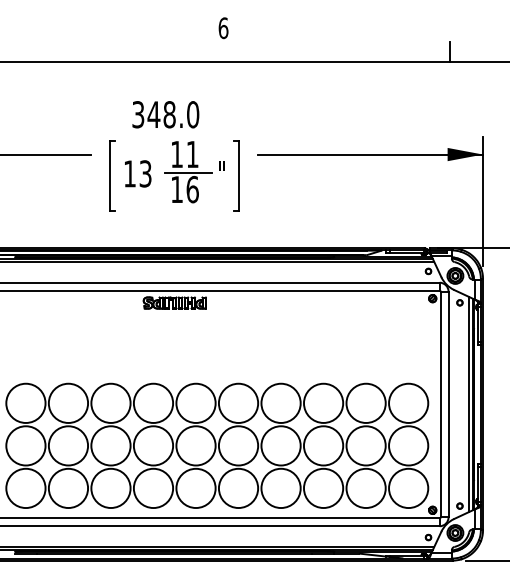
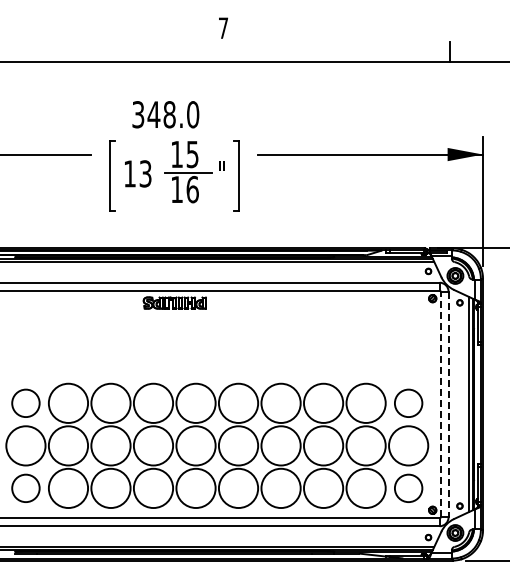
text at (223, 28): 6 -> 7
text at (192, 154): 11 -> 15
circle at (25, 402) diameter: 39 px -> 27 px
circle at (408, 402) diameter: 39 px -> 27 px
line at (440, 404): solid -> dashed
line at (448, 404): solid -> dashed
circle at (25, 488) diameter: 39 px -> 27 px
circle at (408, 488) diameter: 39 px -> 27 px
